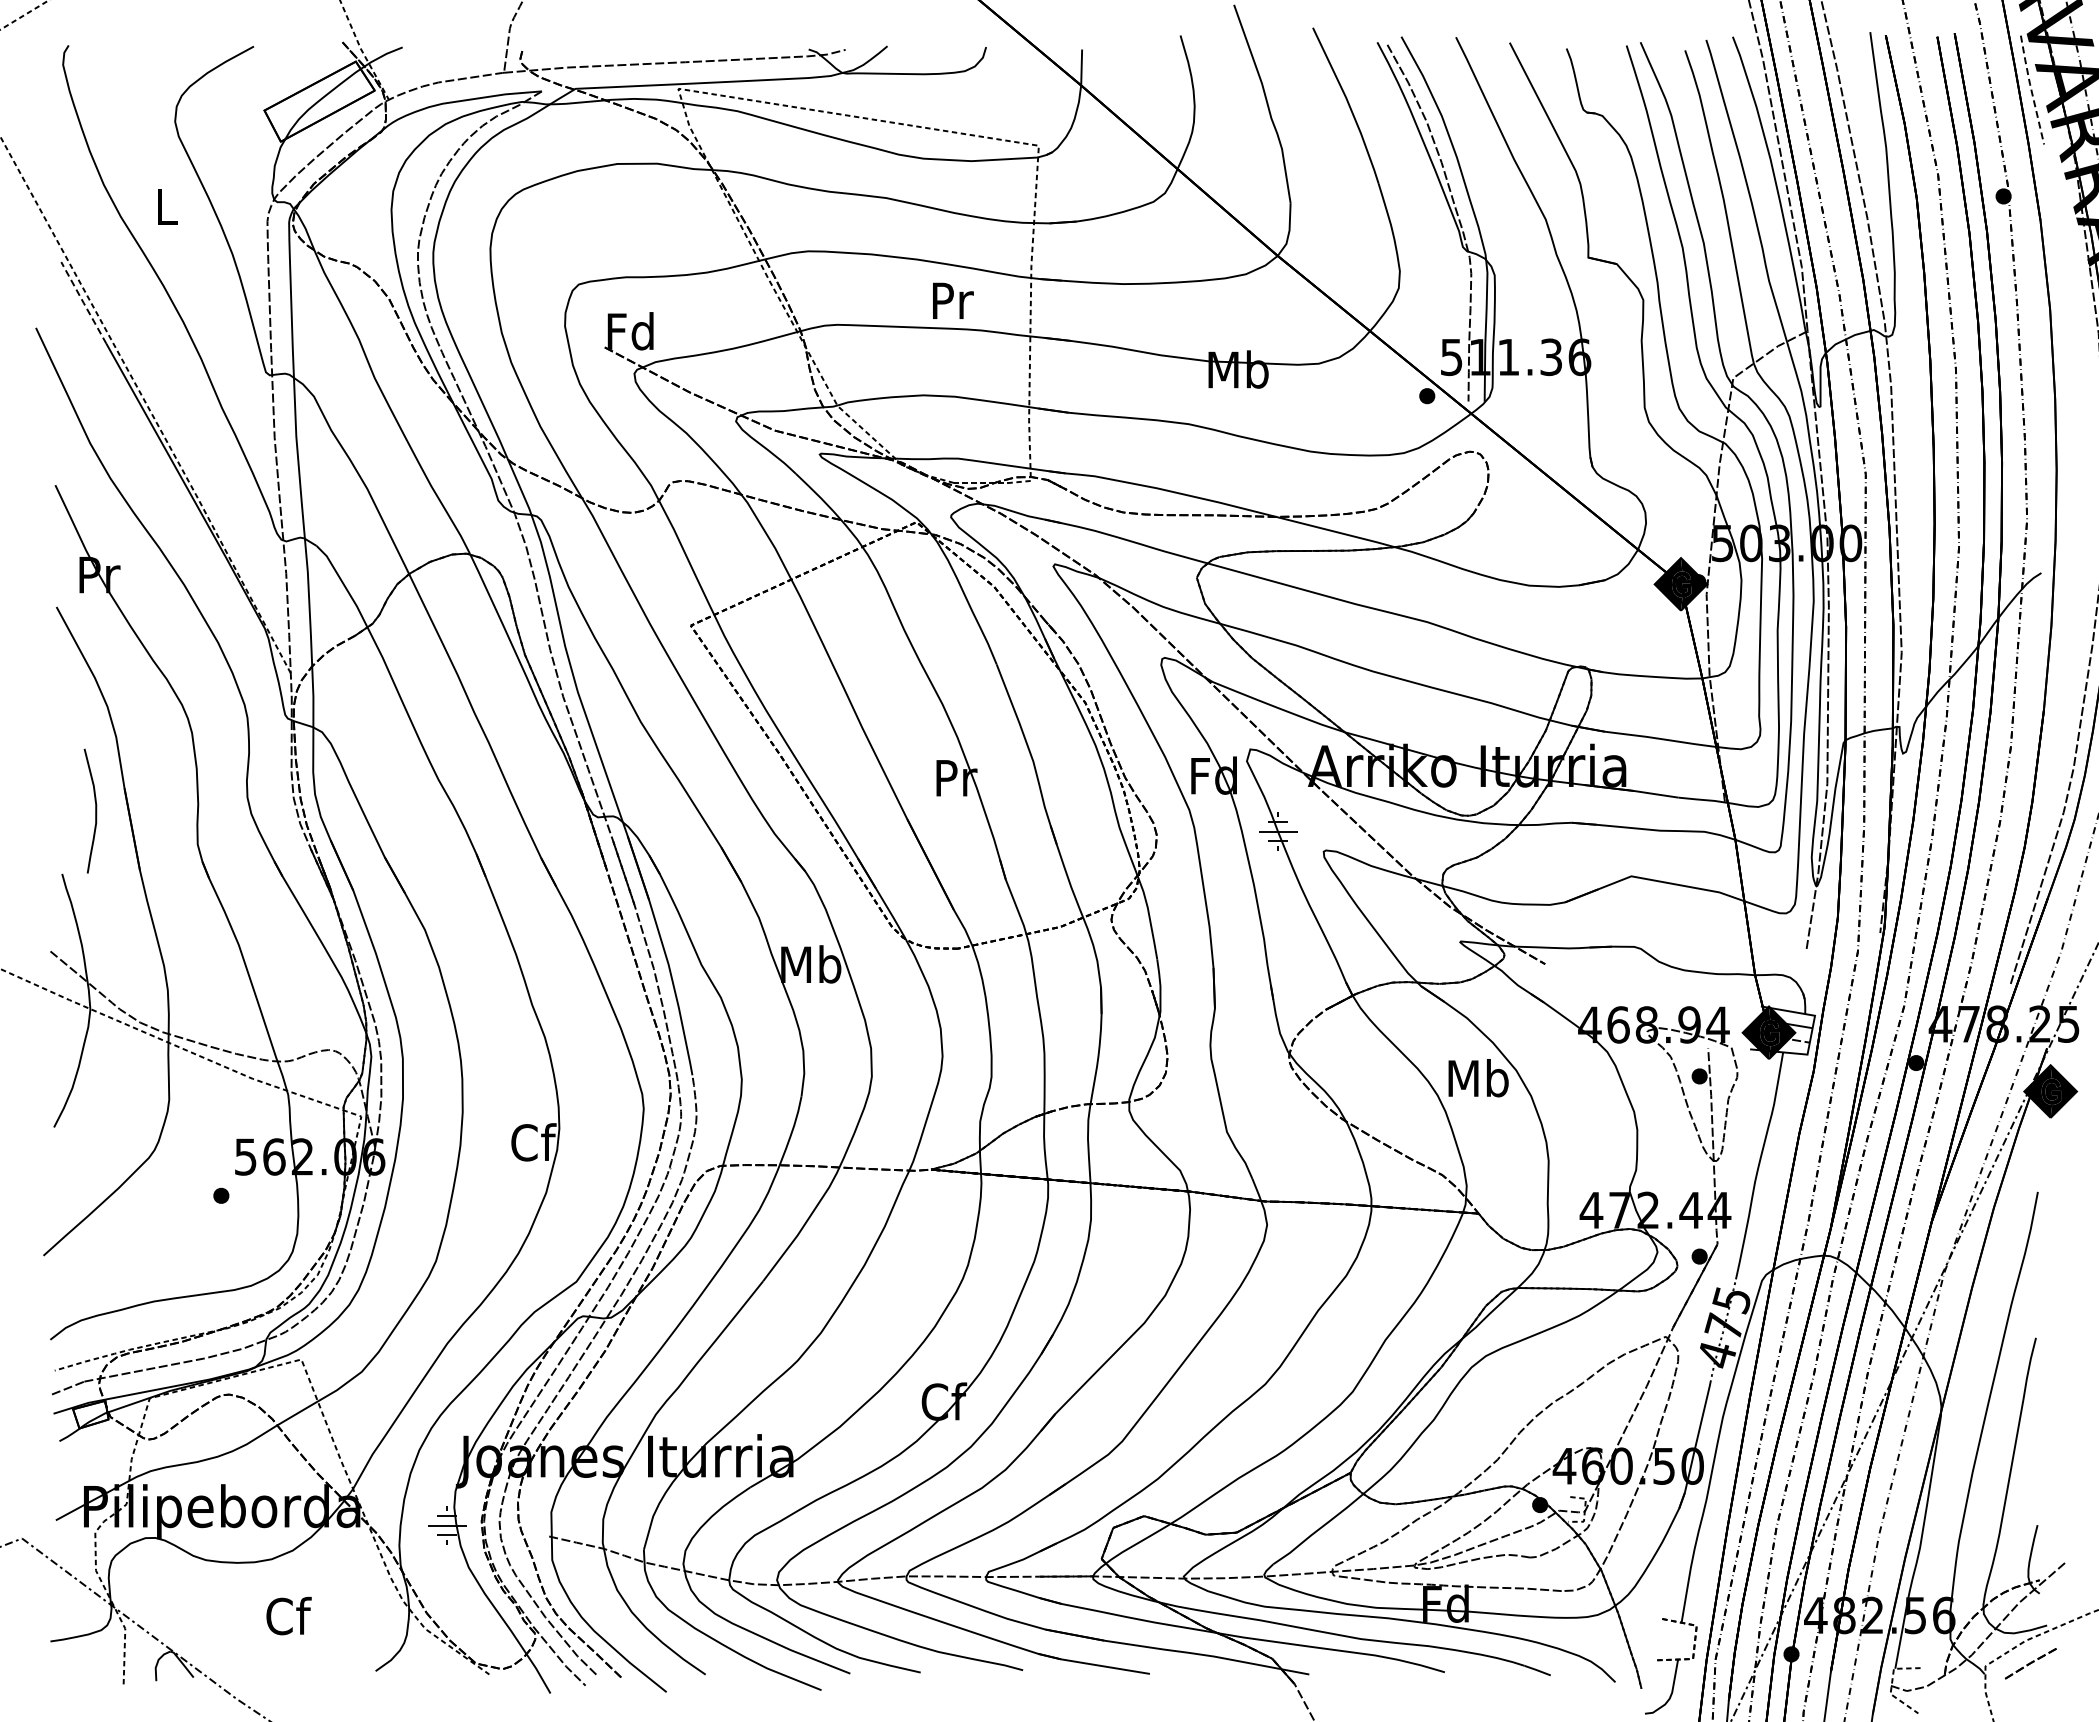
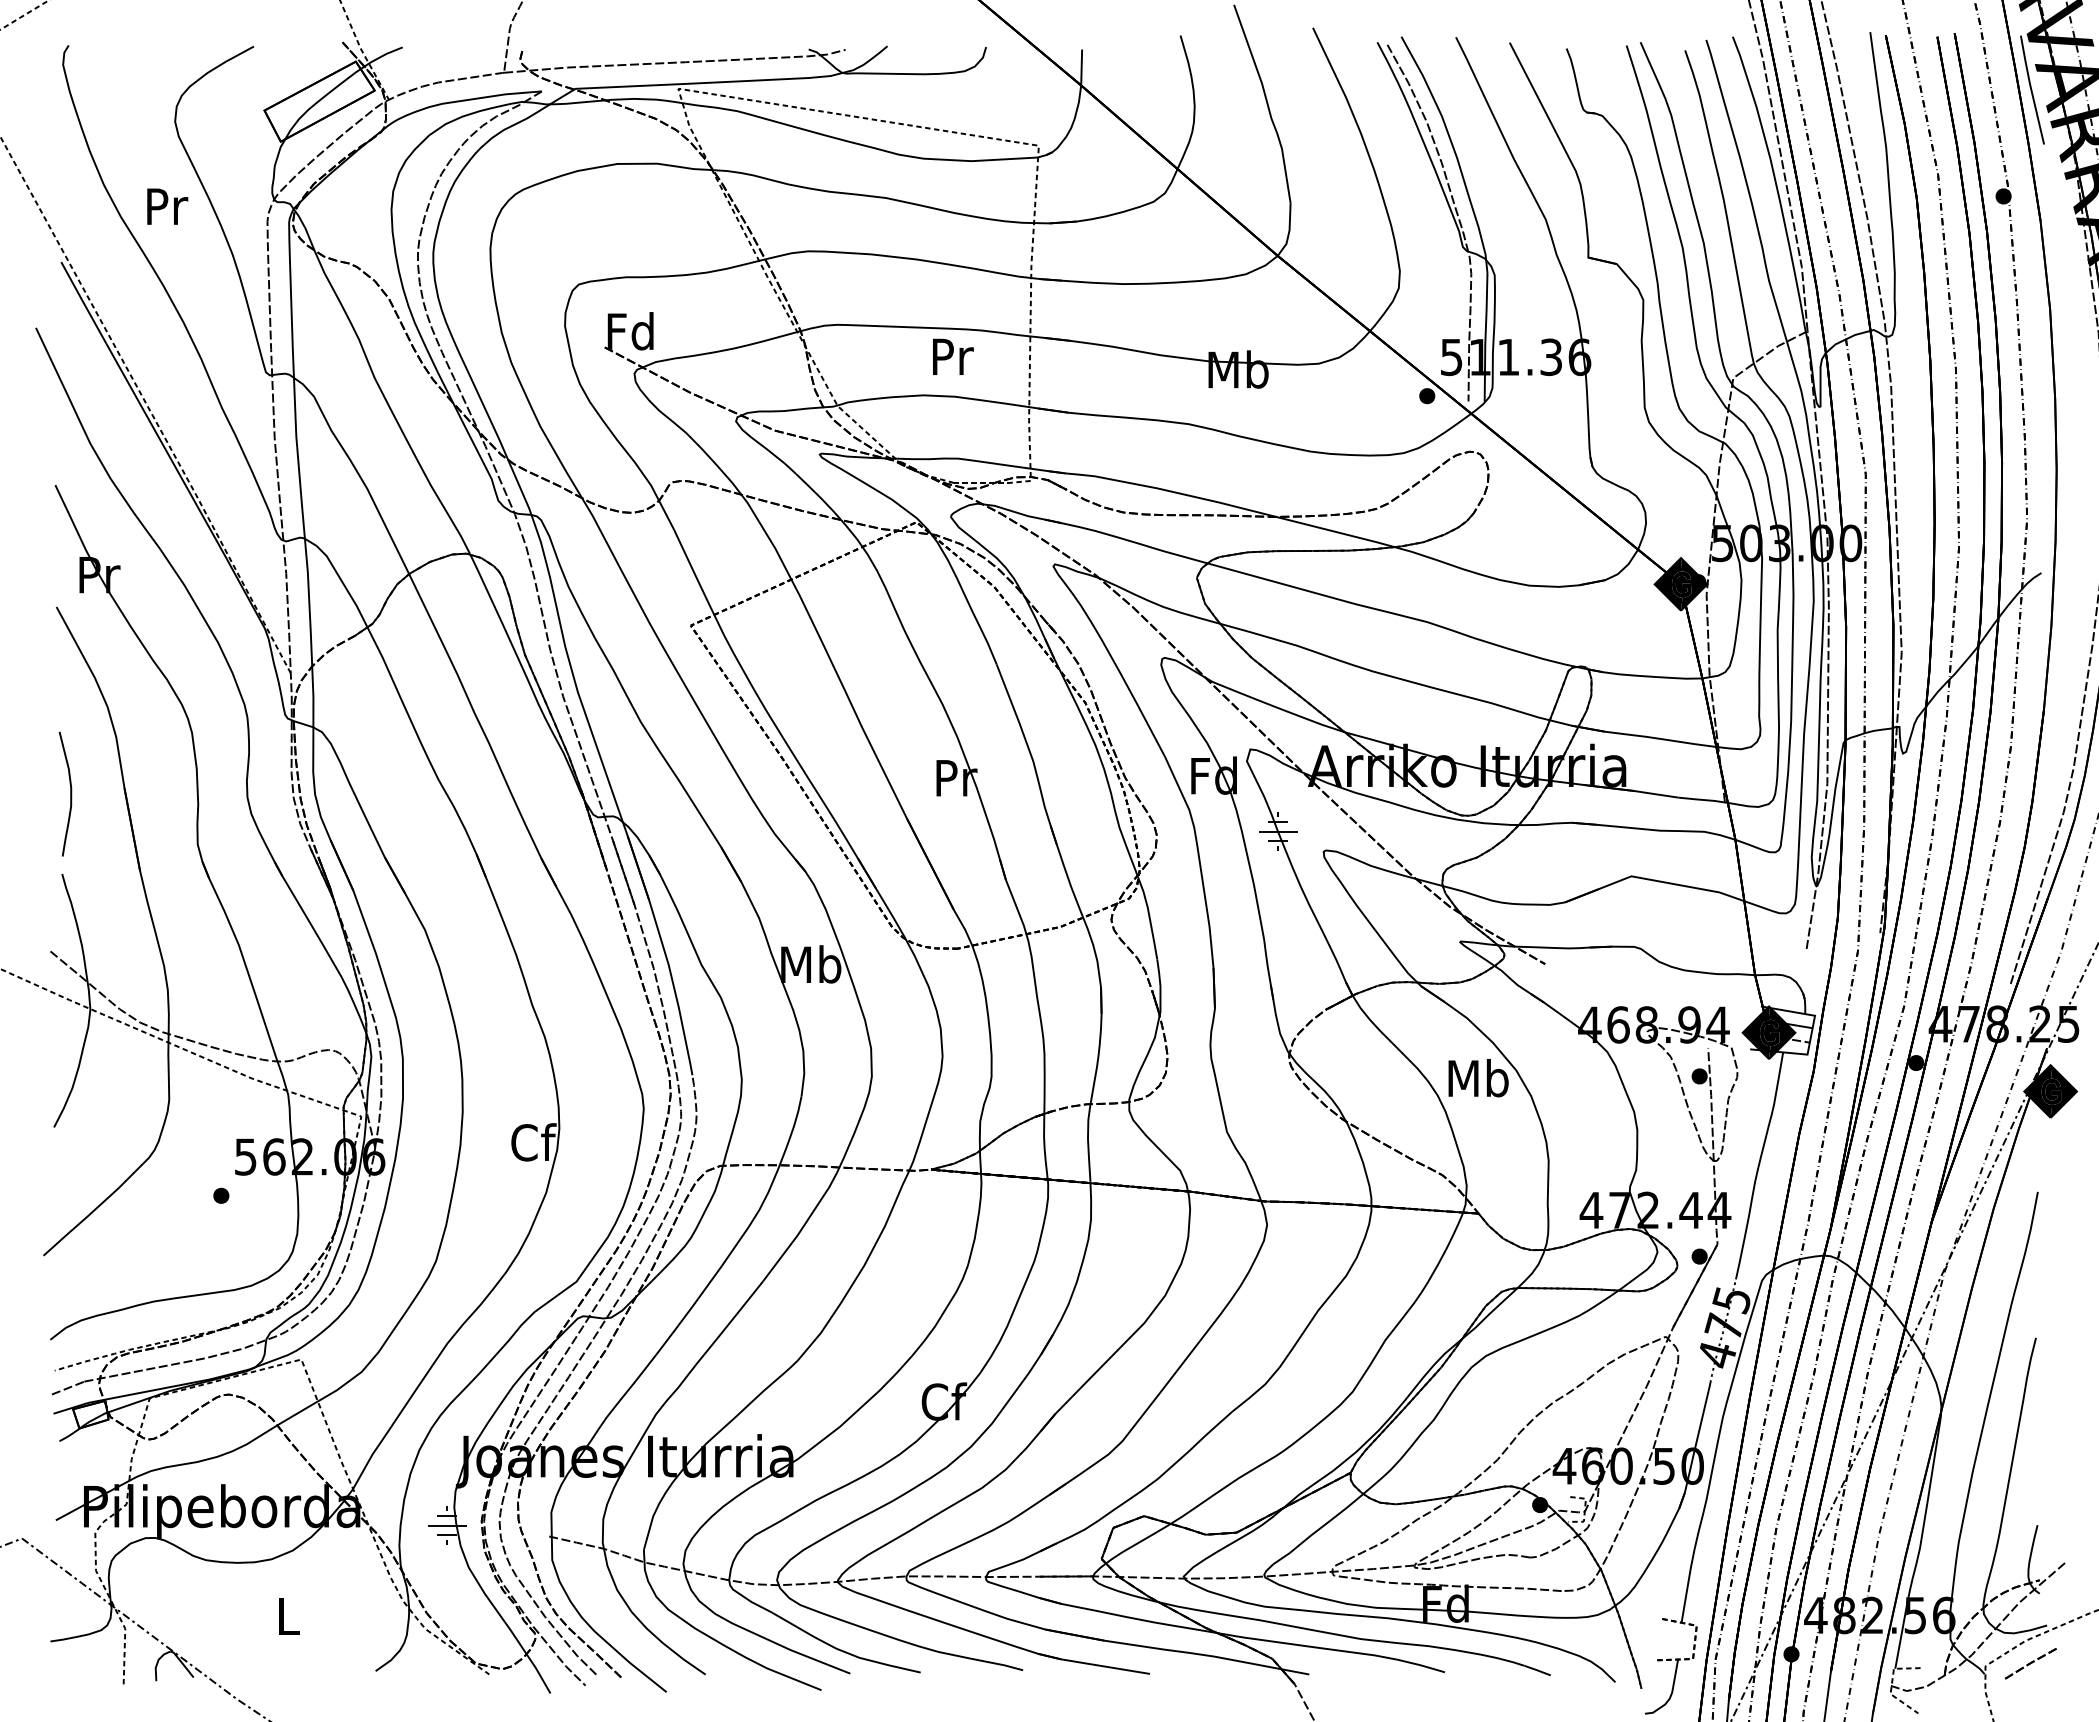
line at (2031, 89): dashed -> solid
text at (167, 206): L -> Pr
text at (953, 300) position: (953, 300) -> (953, 356)
line at (83, 303): dashed -> solid
curve at (95, 810) position: (95, 810) -> (70, 793)
text at (288, 1615): Cf -> L
